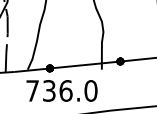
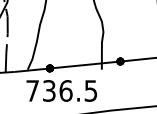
text at (90, 90): 736.0 -> 736.5
